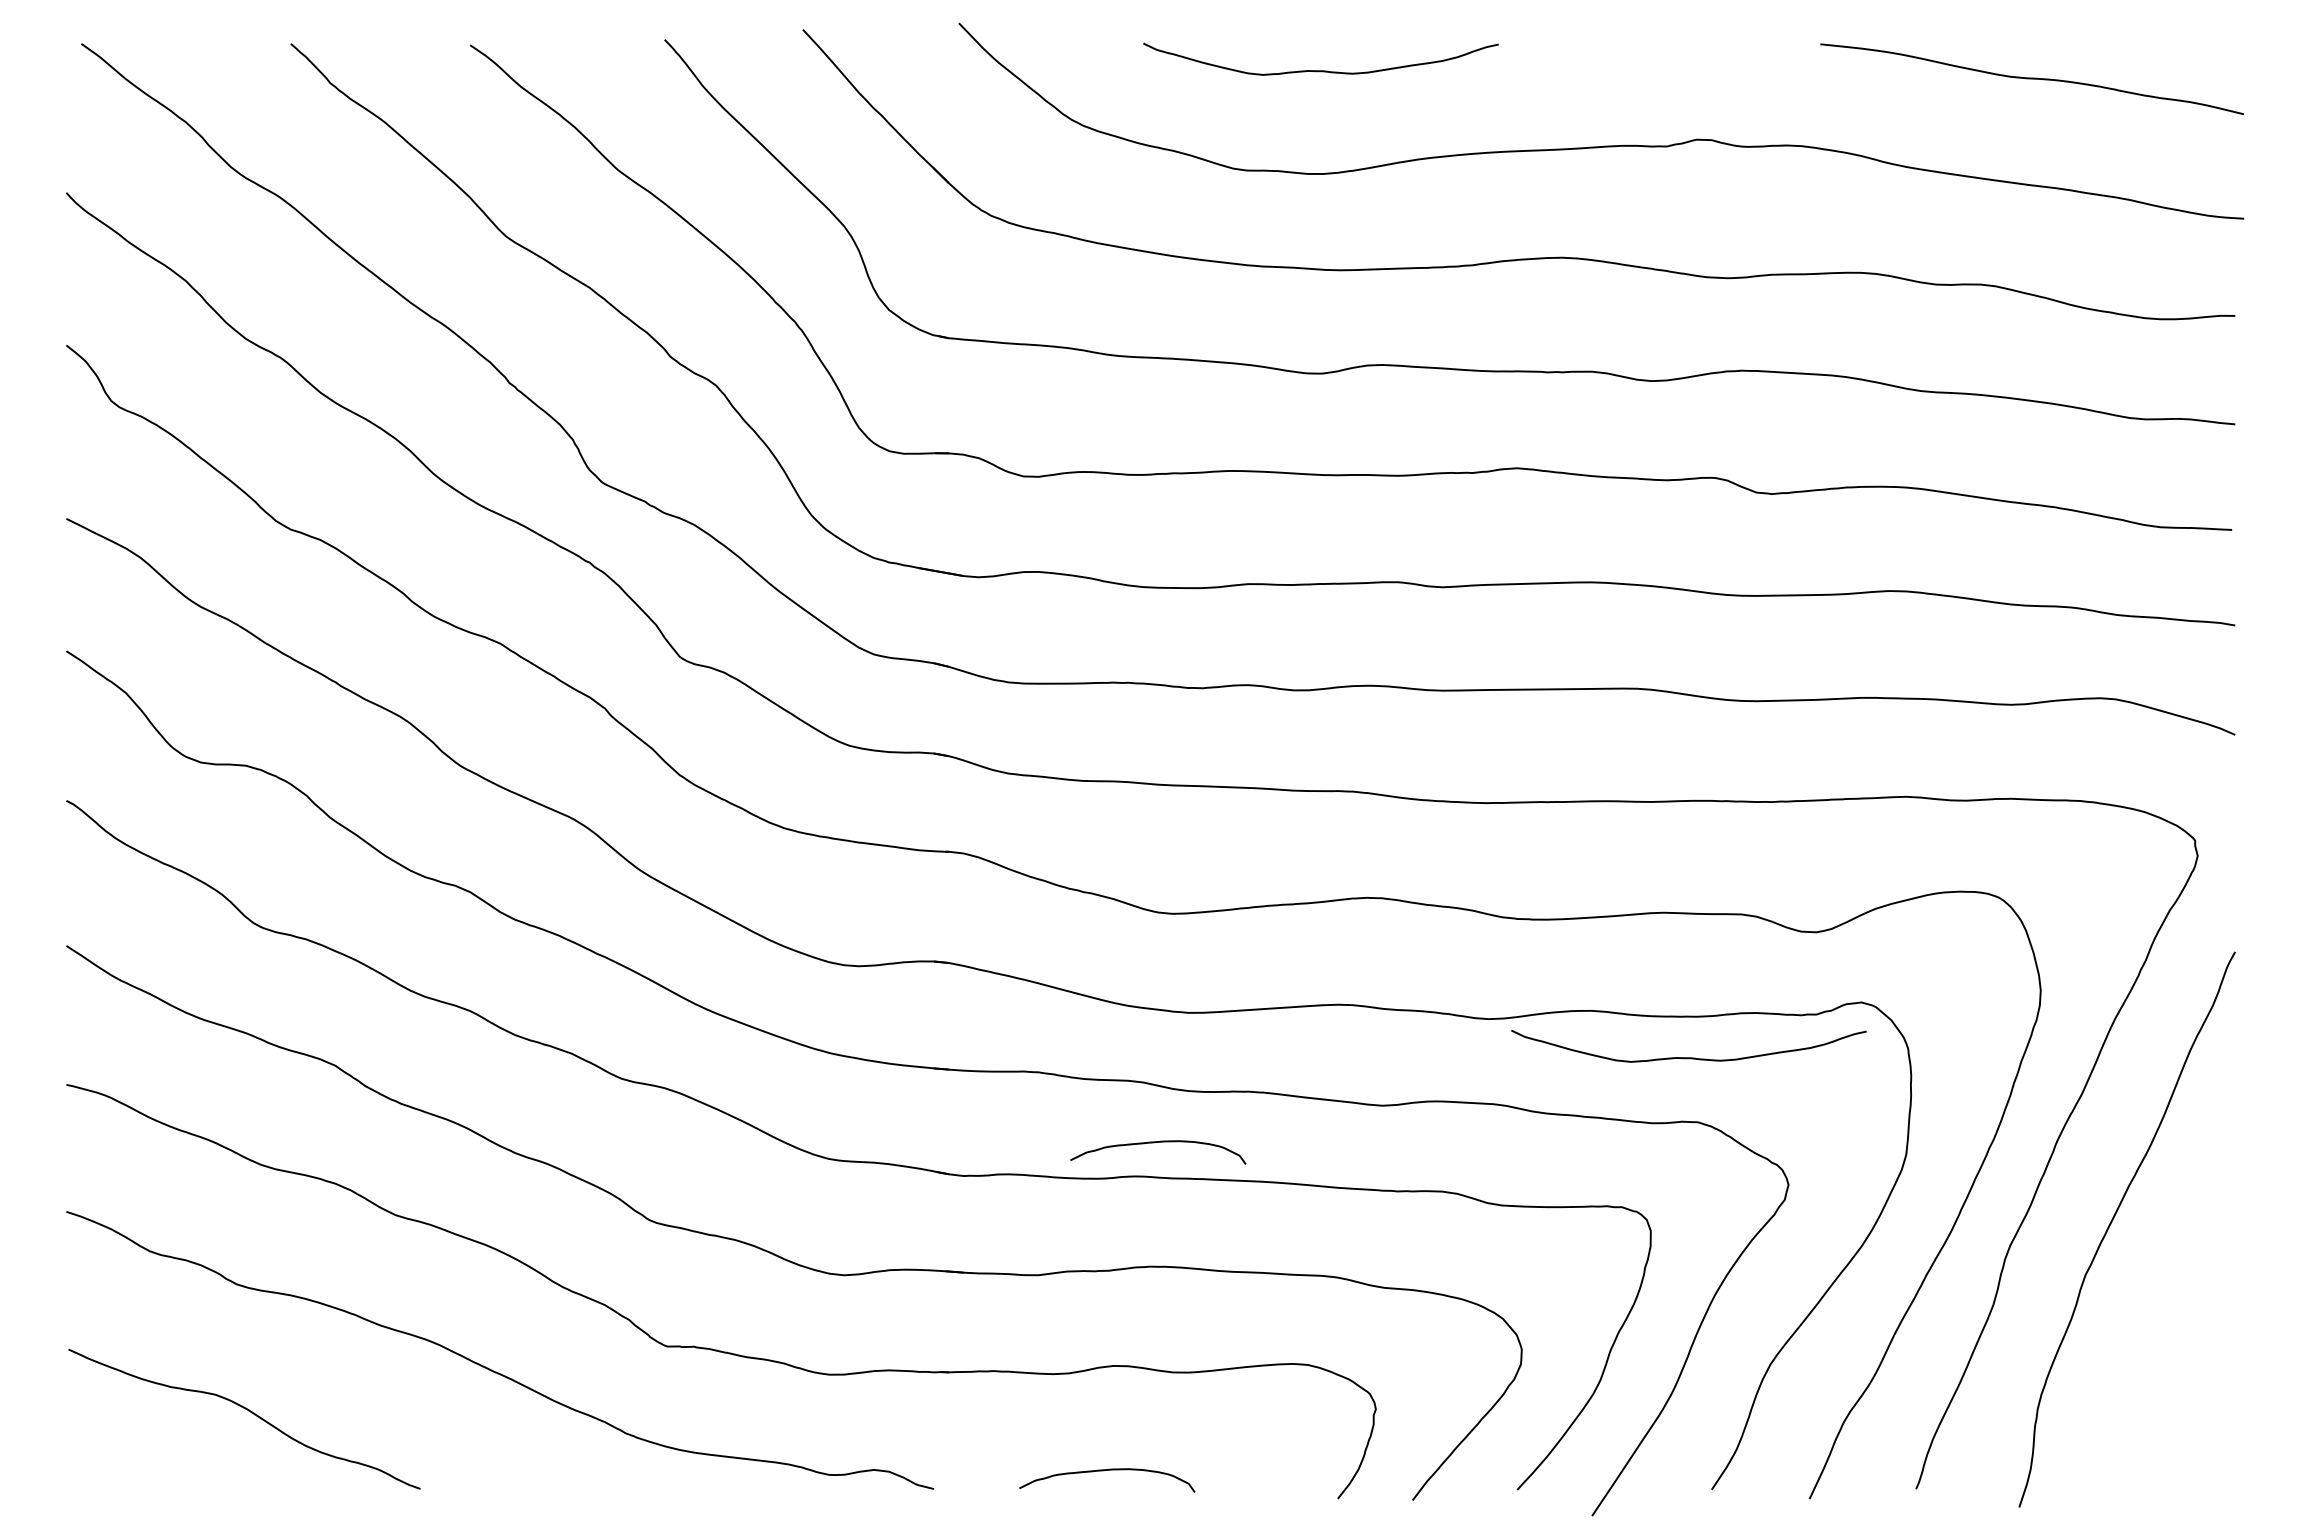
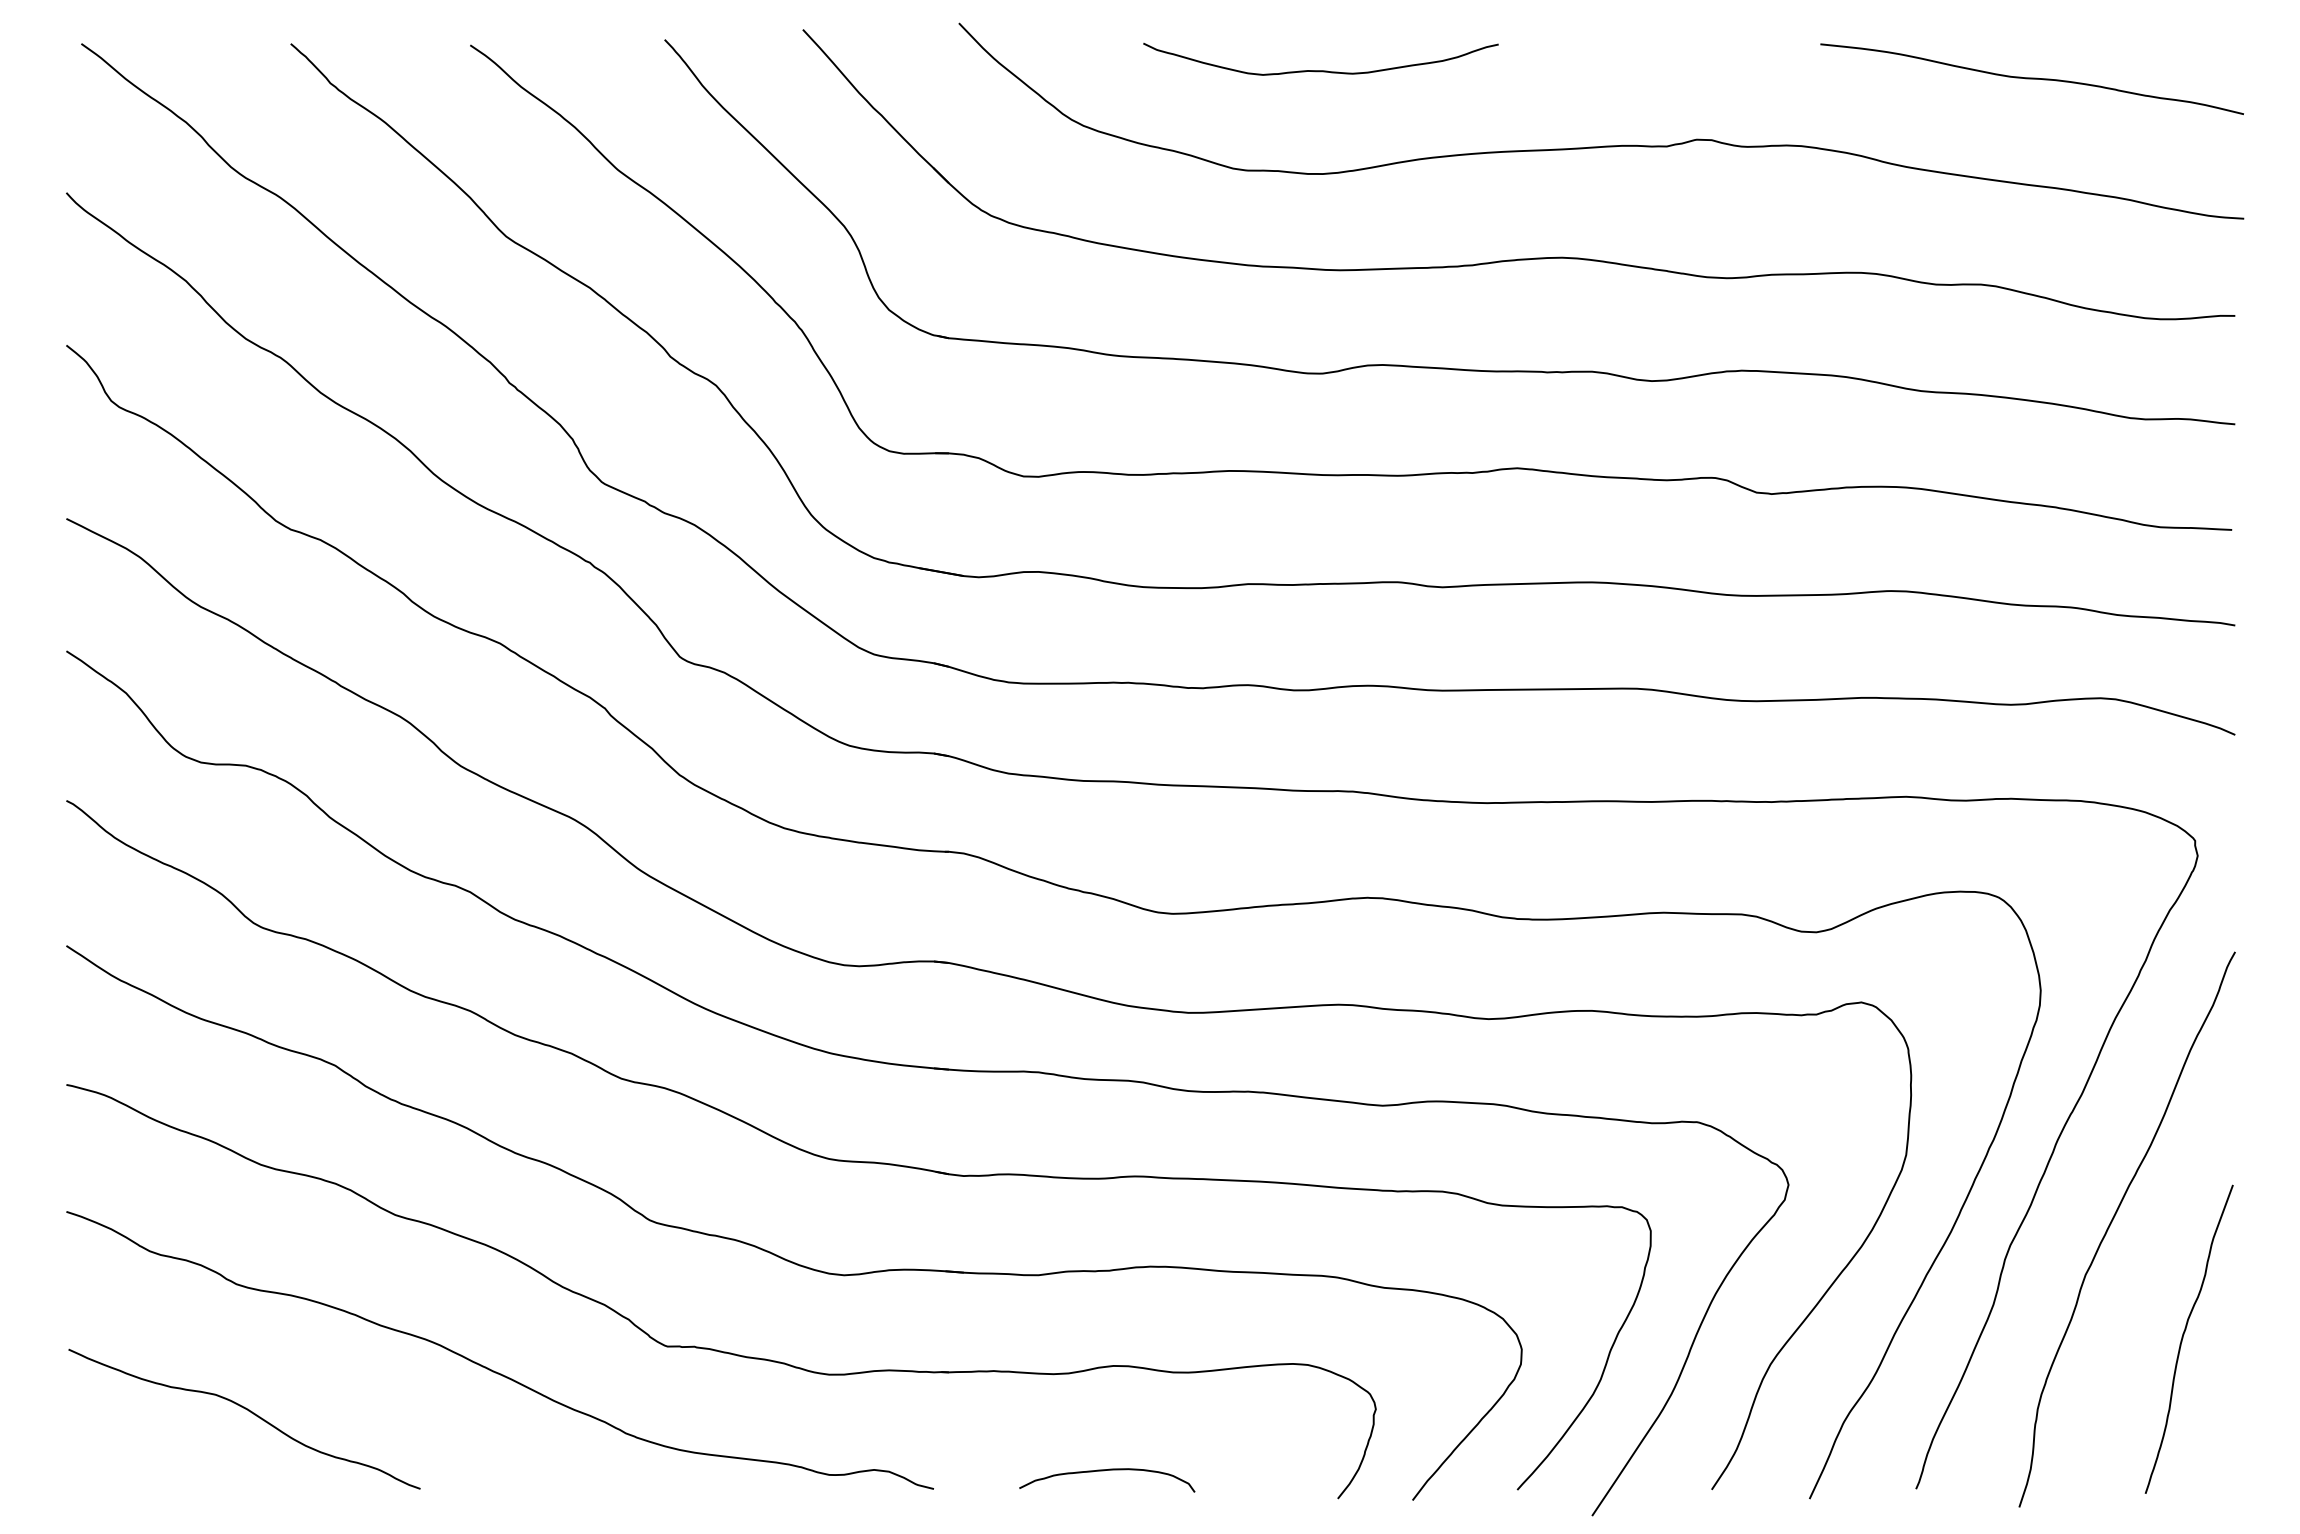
curve at (1688, 1057): present -> none
curve at (1155, 1143): present -> none
curve at (2183, 1338): none -> present
